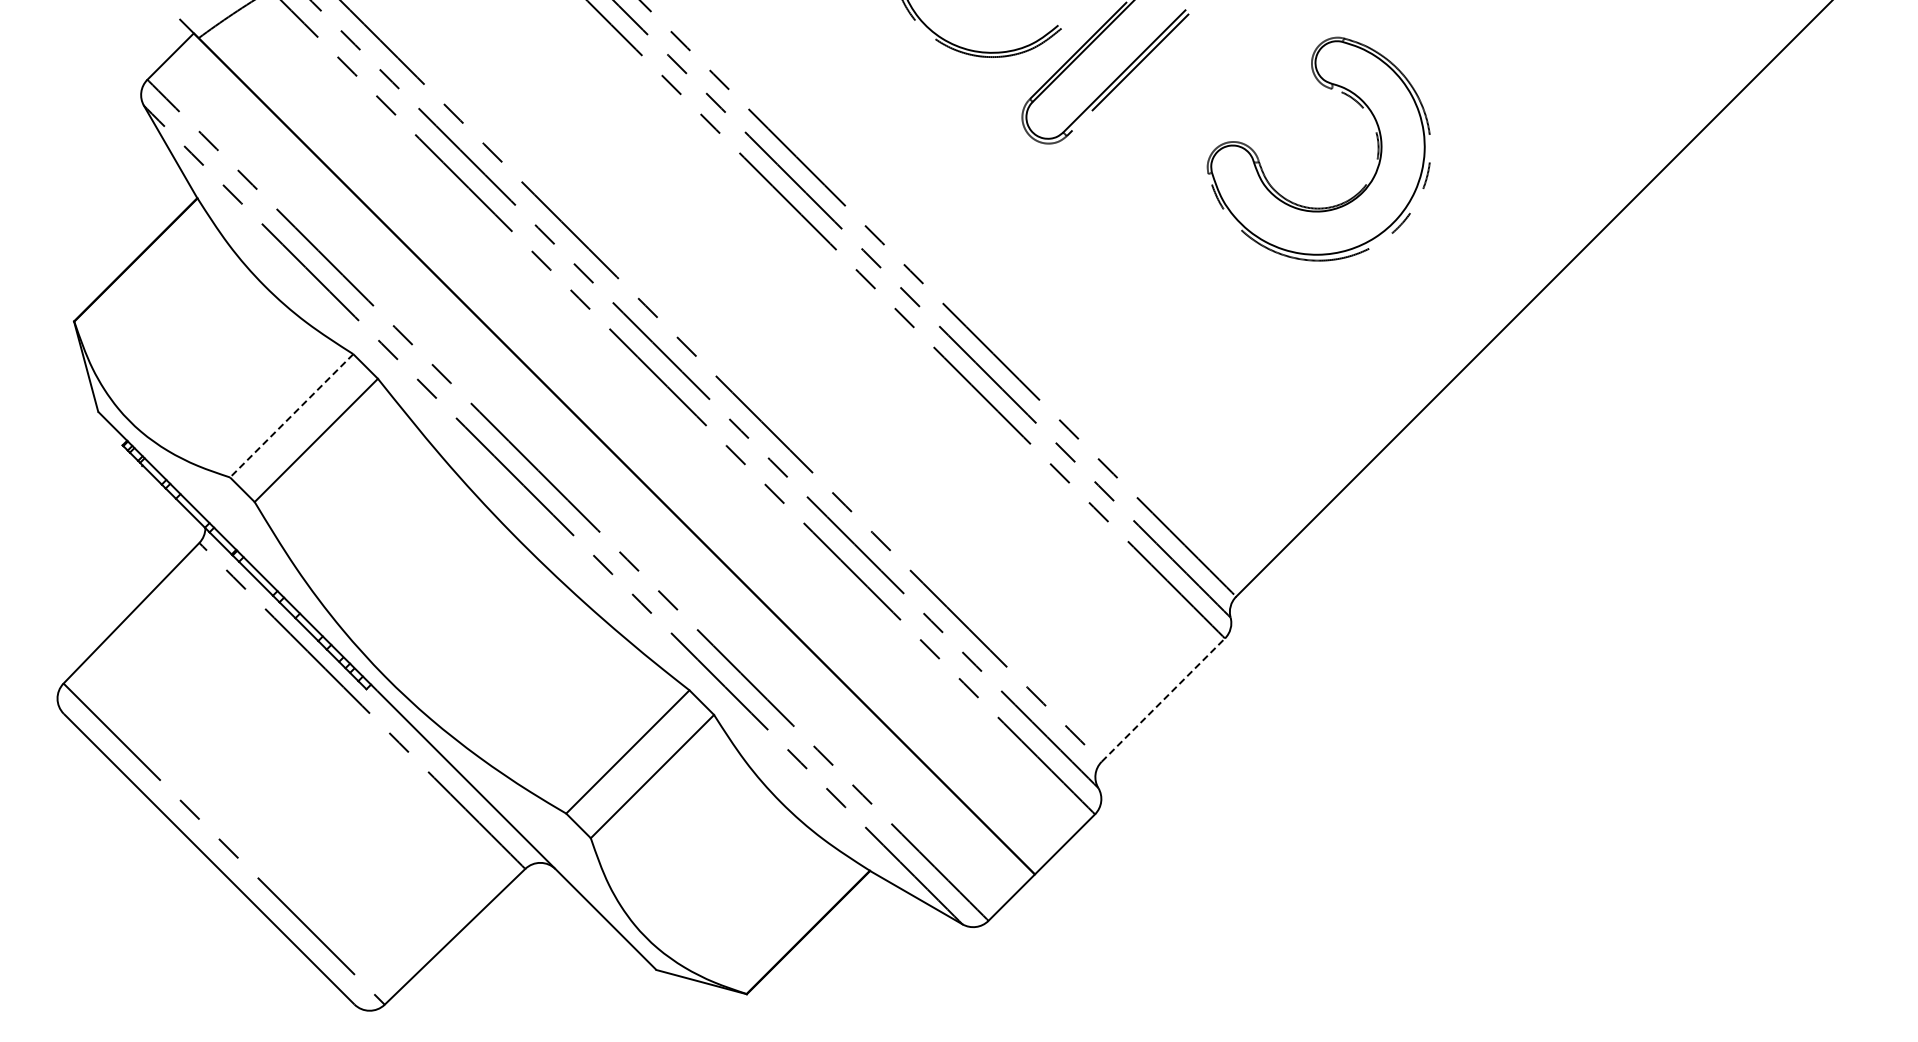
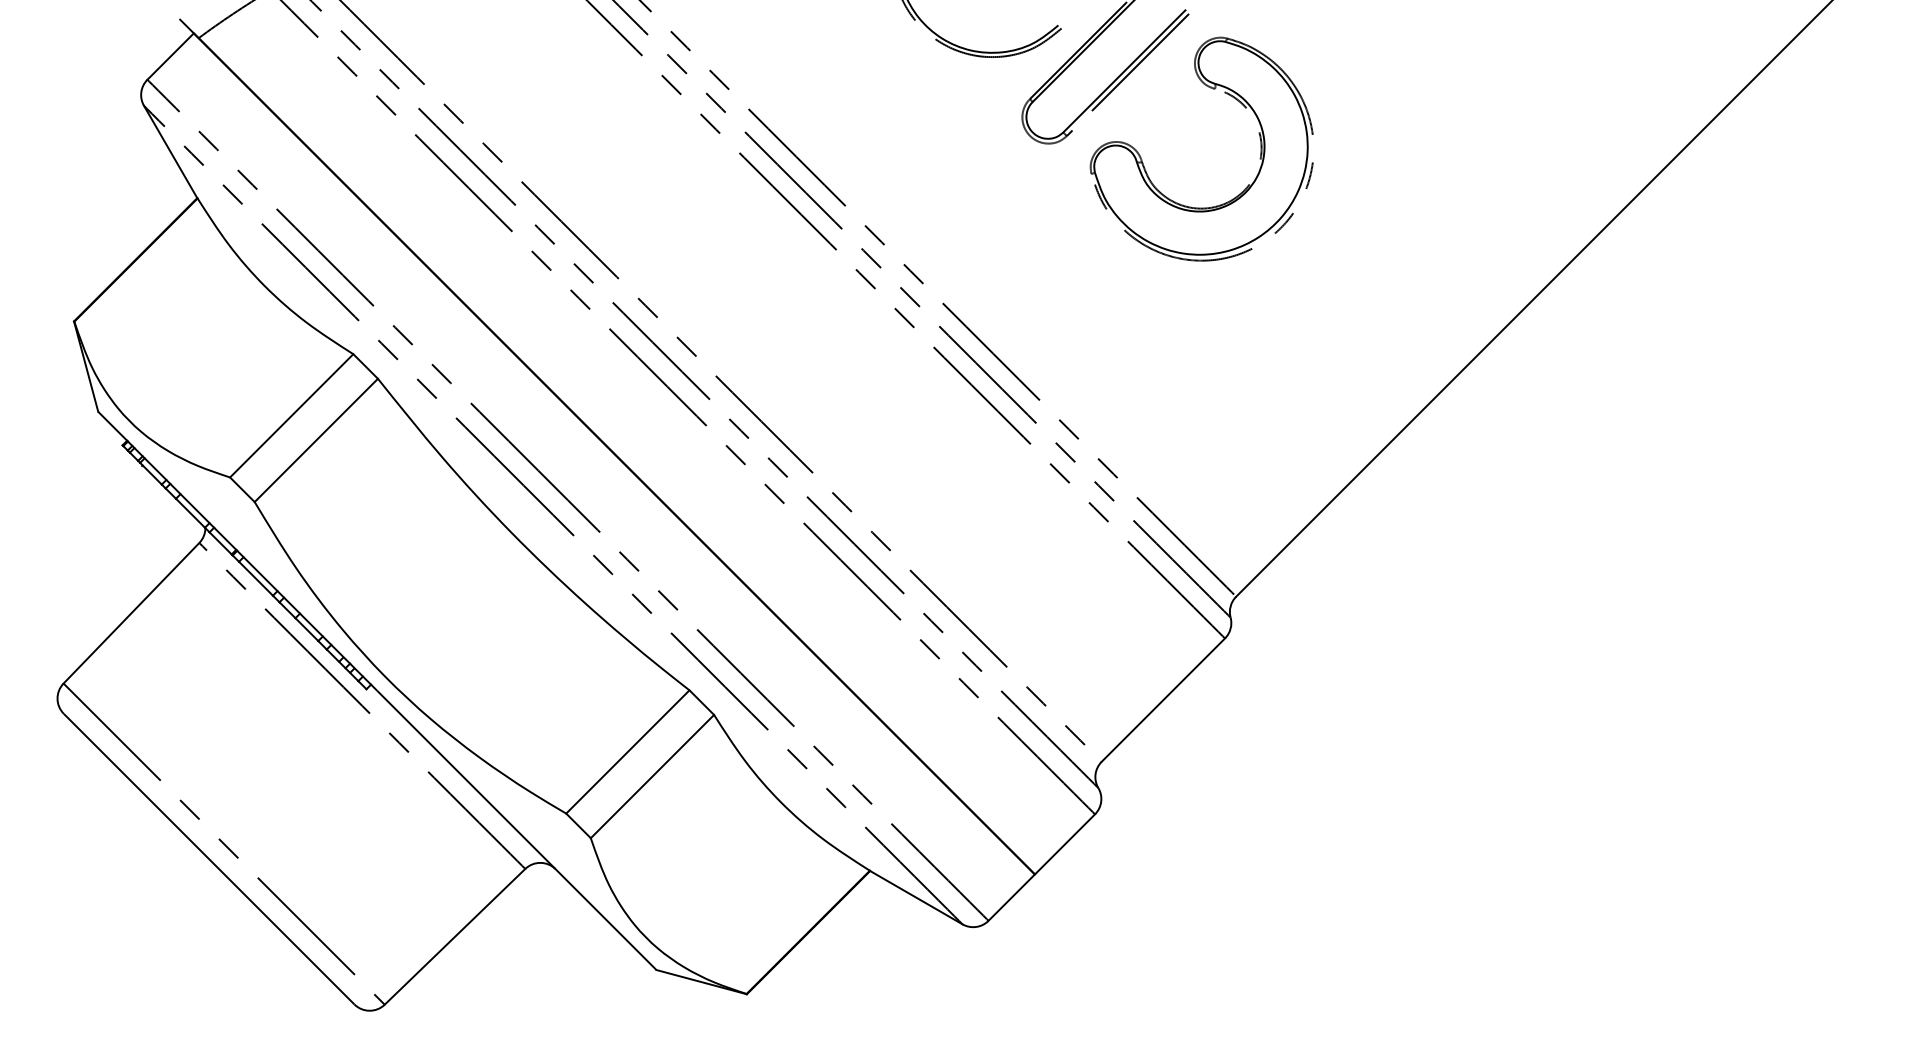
part at (1362, 187) position: (1362, 187) -> (1245, 187)
line at (291, 416): dashed -> solid
line at (1163, 699): dashed -> solid
